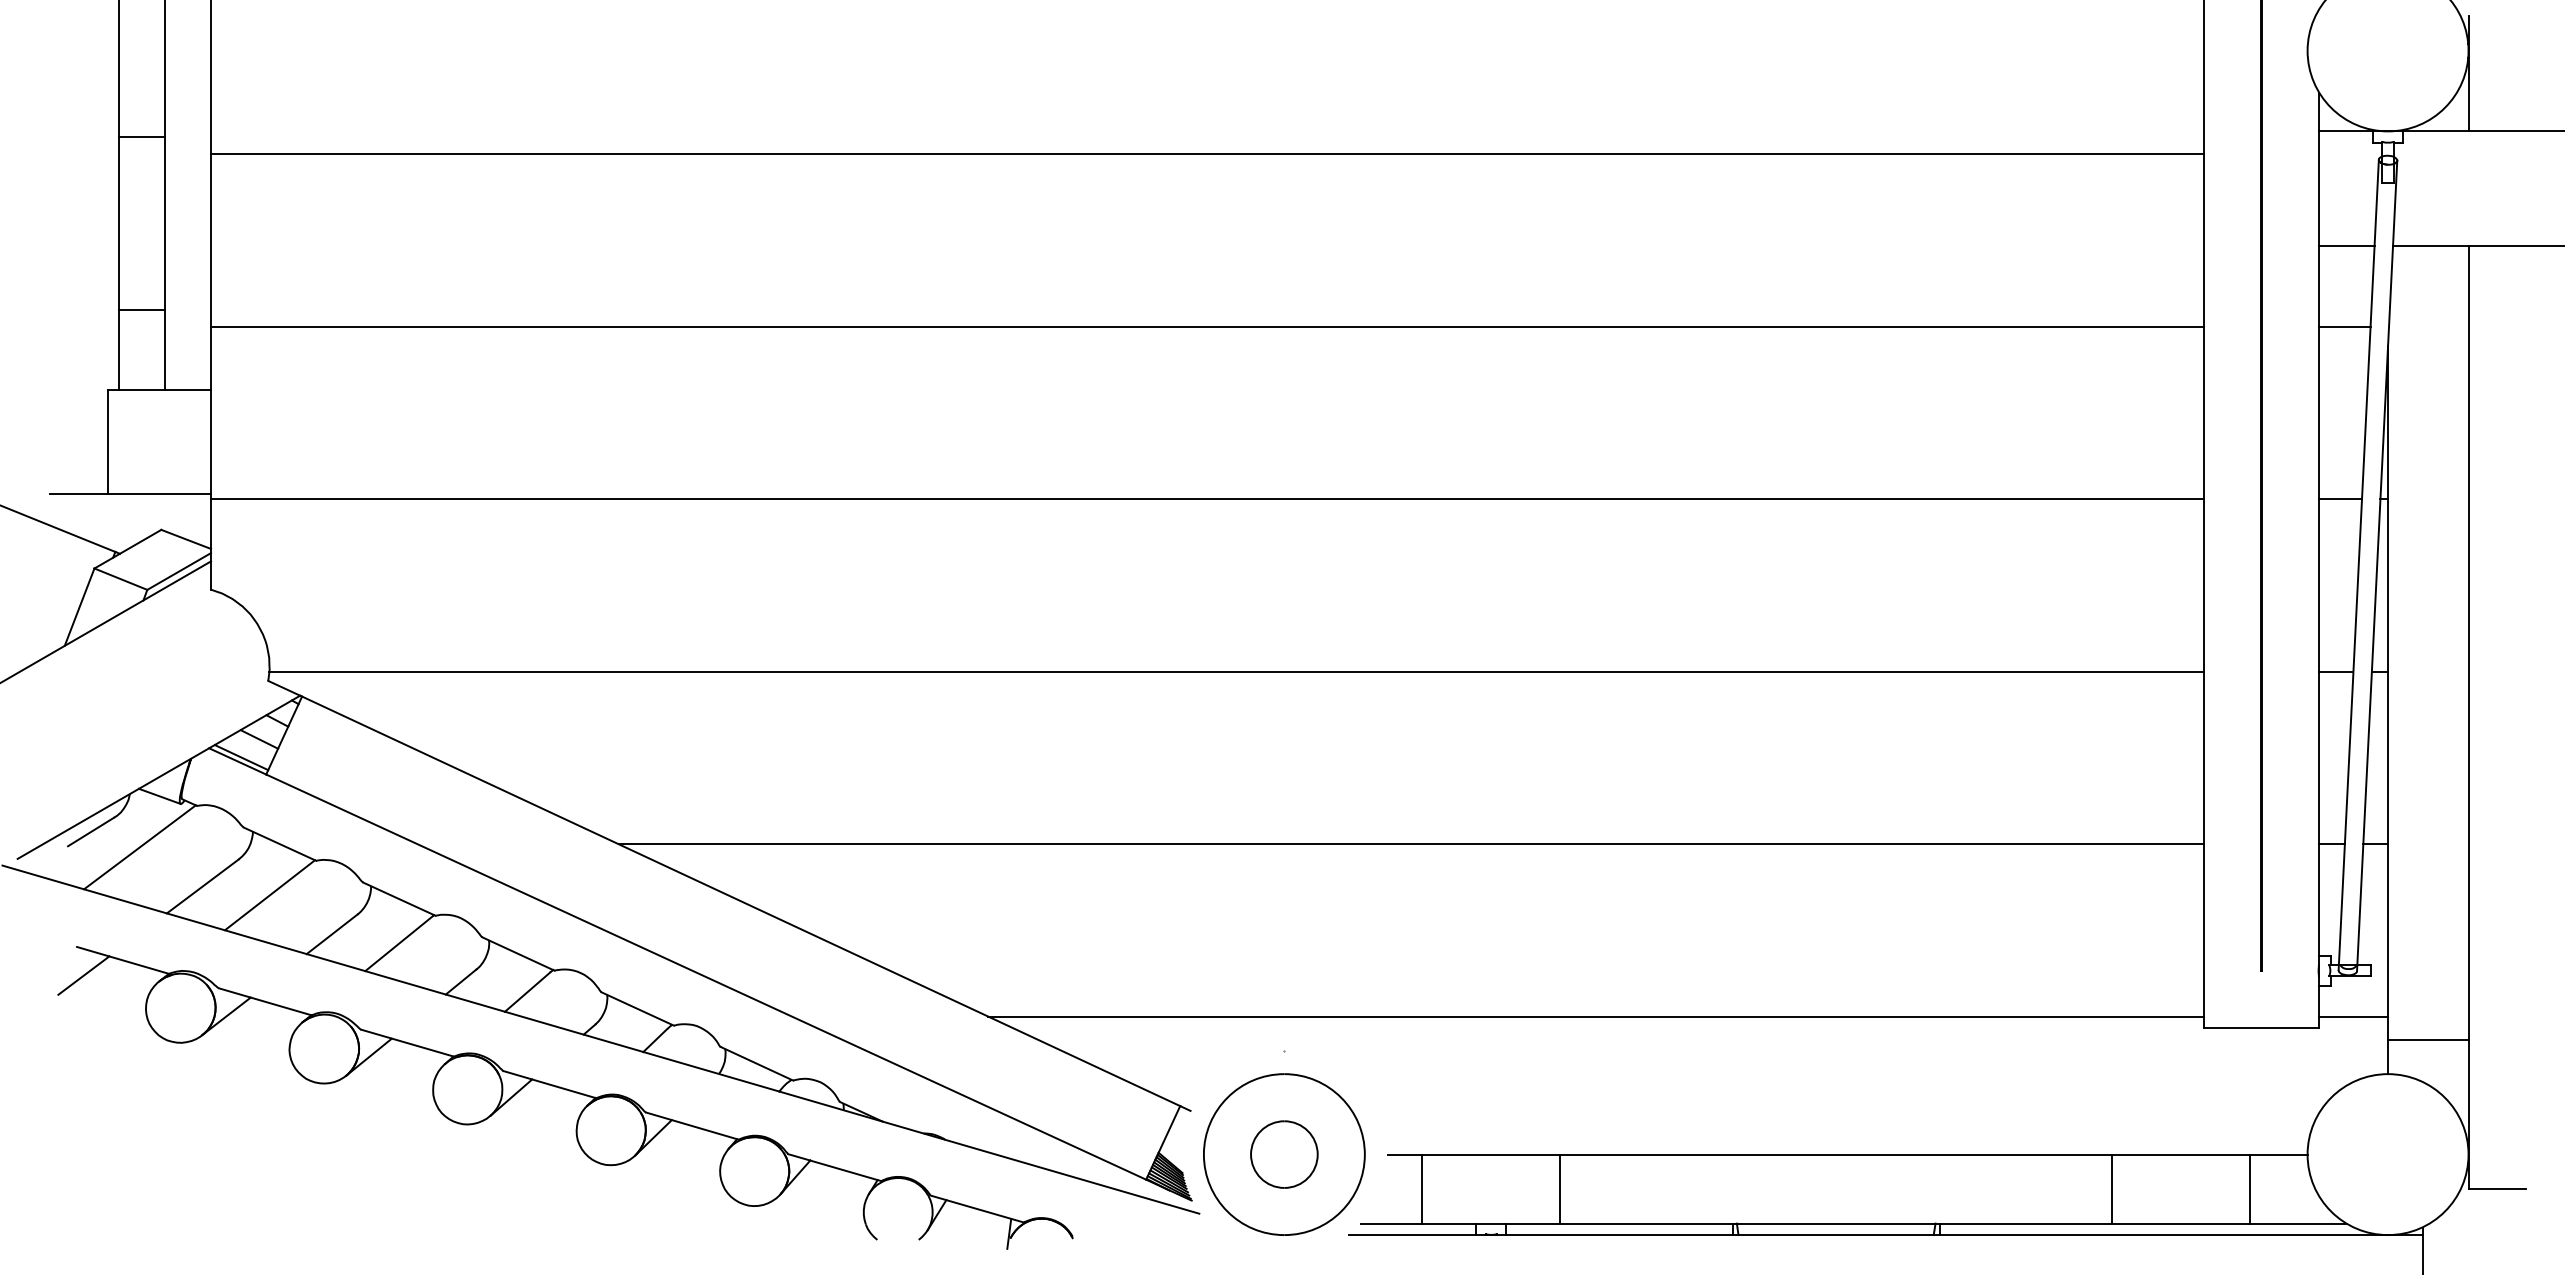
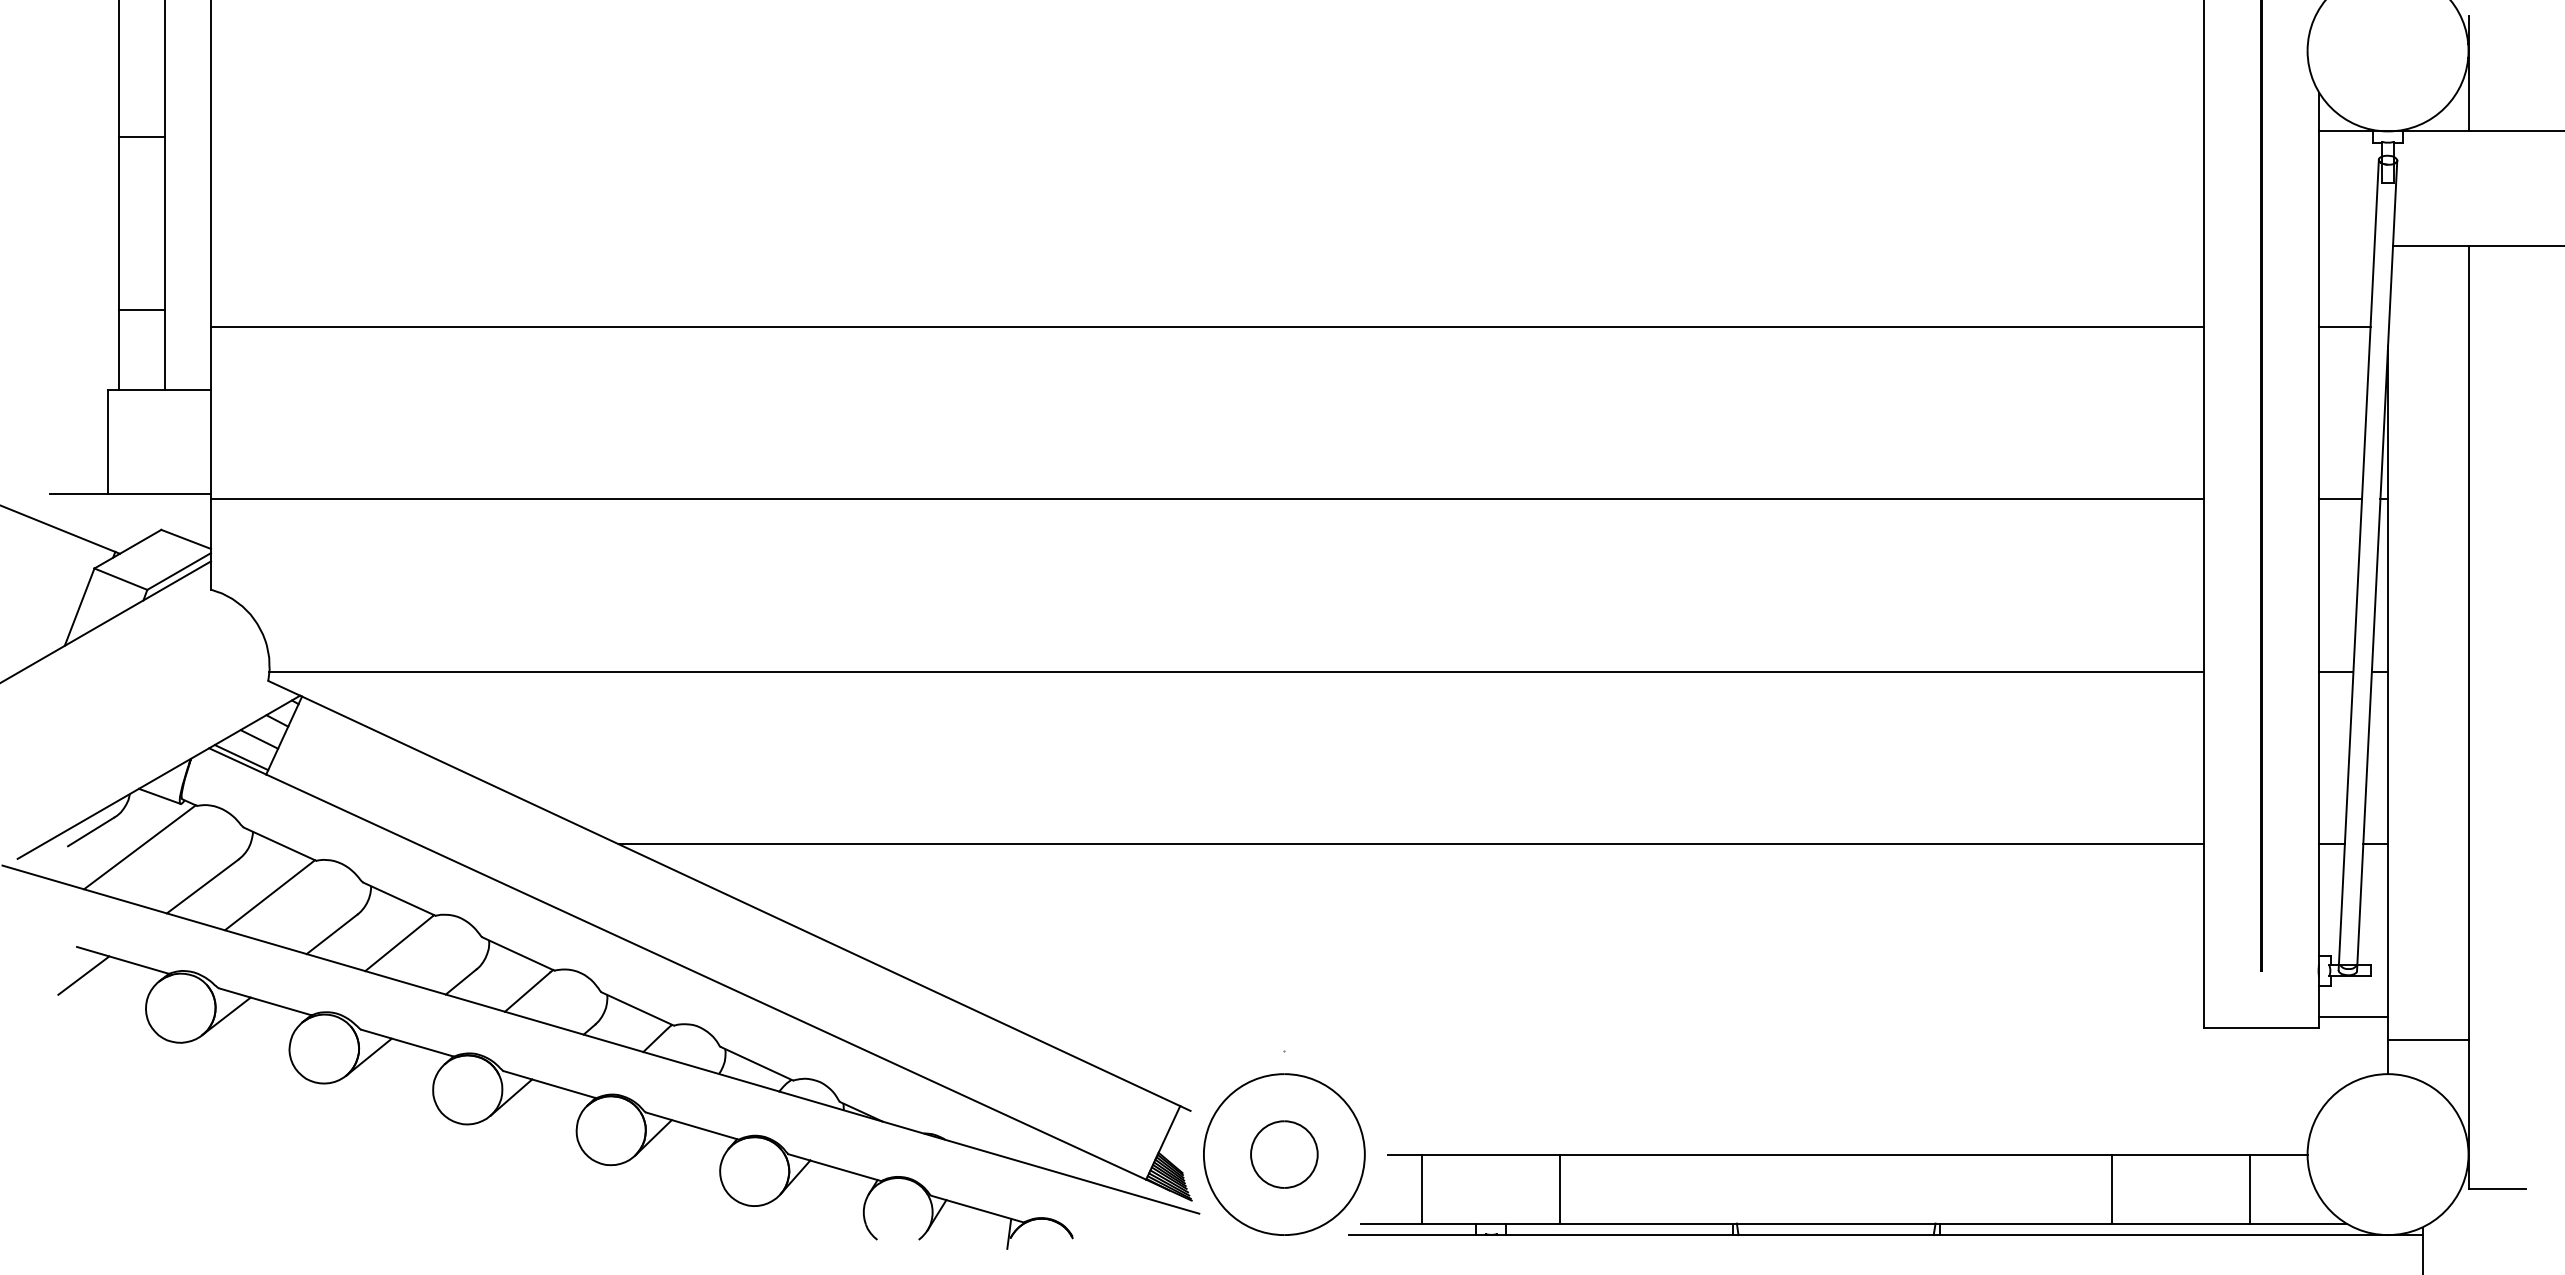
line at (1207, 154): present -> none
line at (2346, 246): present -> none
line at (1596, 1016): present -> none
